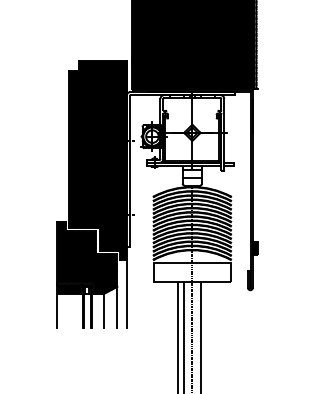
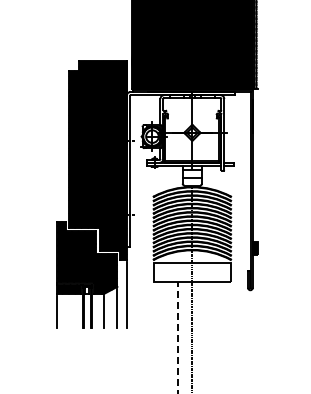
line at (183, 336): present -> none
line at (201, 336): present -> none
line at (178, 337): solid -> dashed
